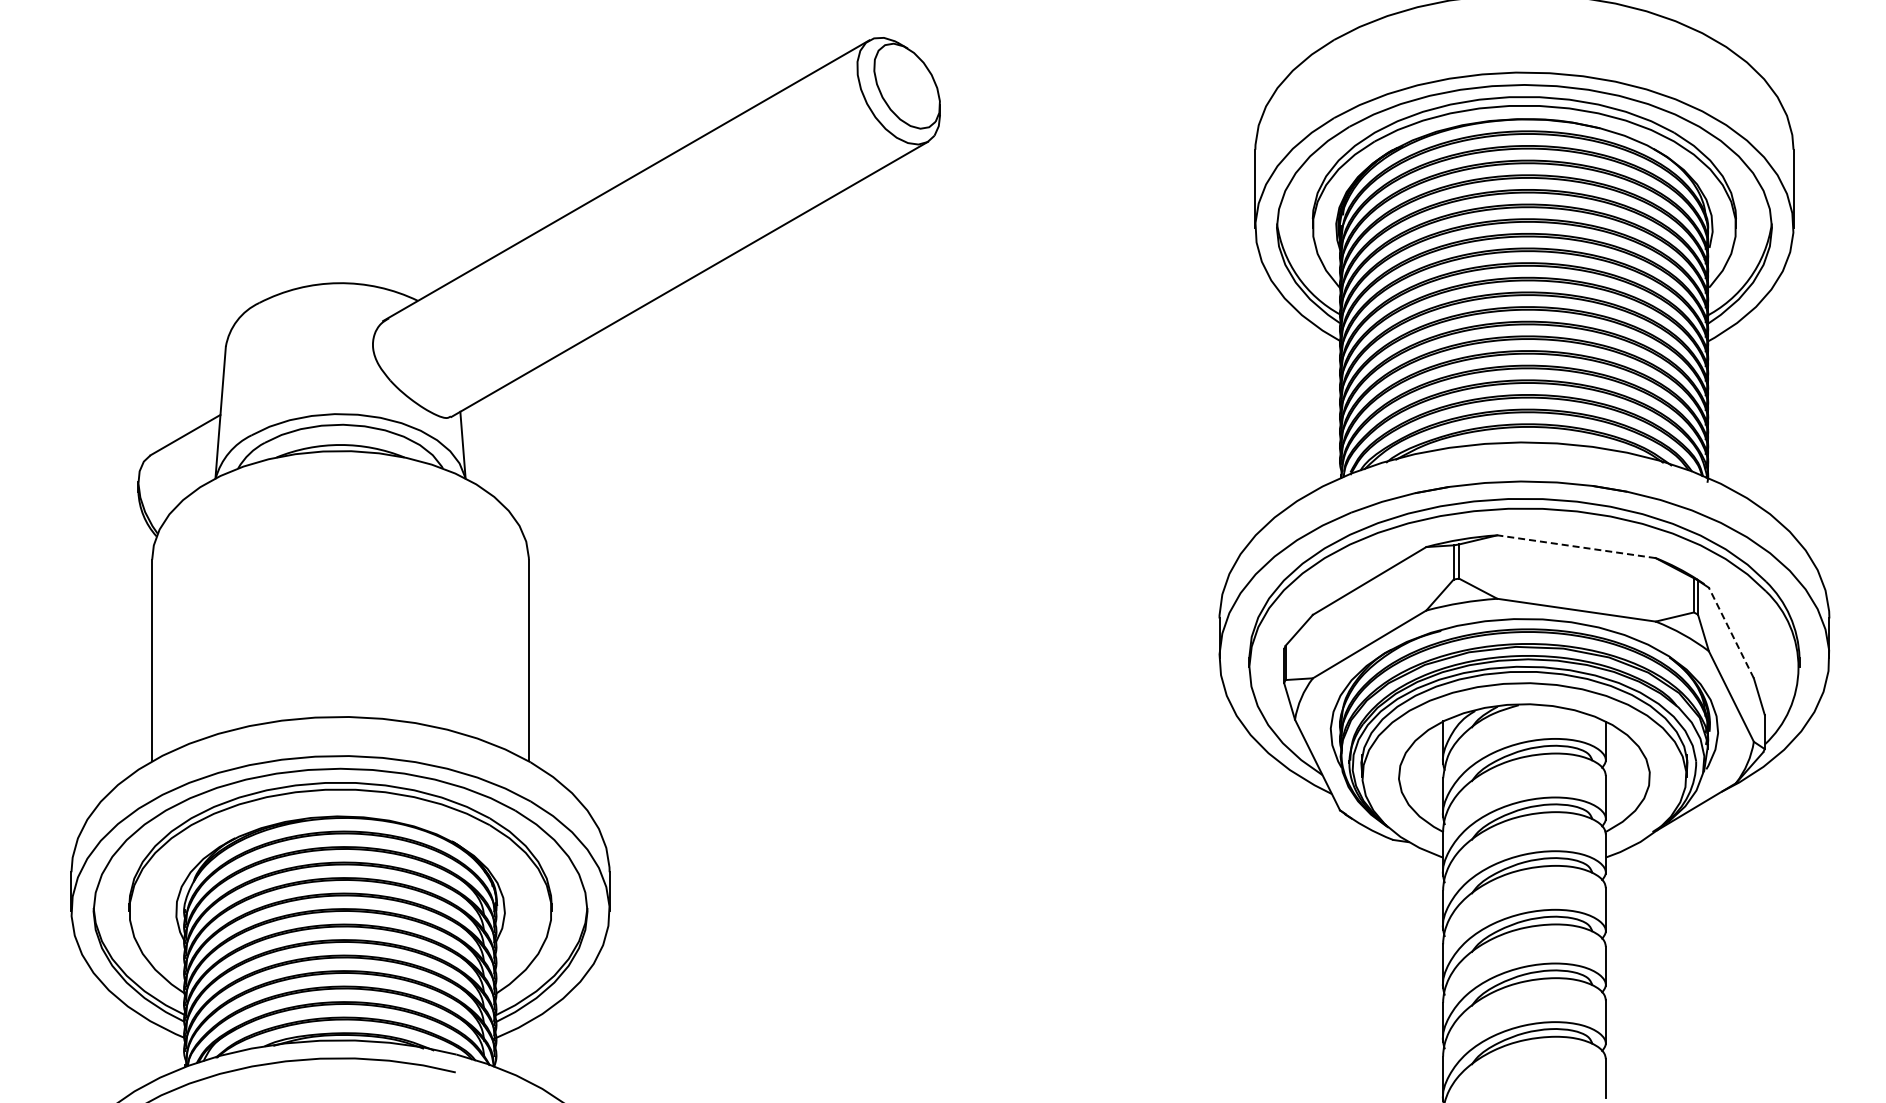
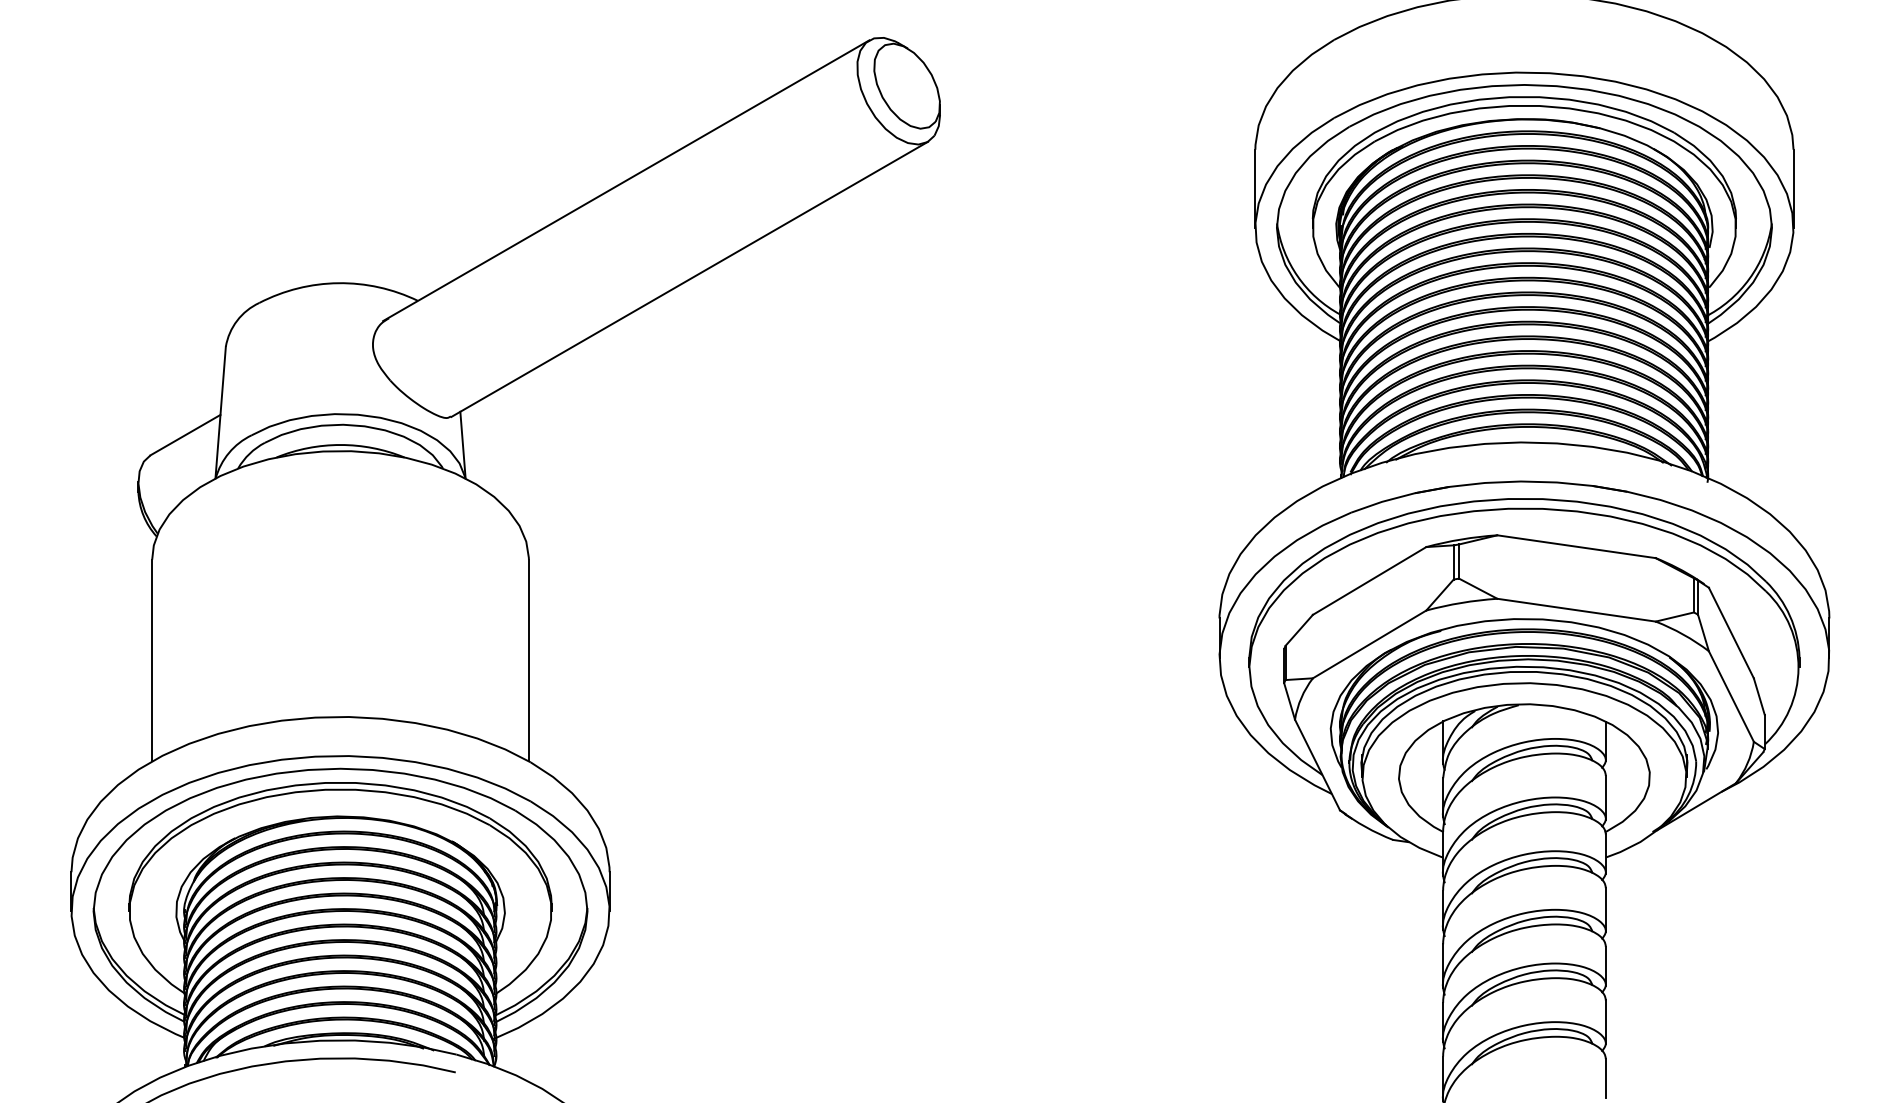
line at (1576, 546): dashed -> solid
line at (1731, 633): dashed -> solid
